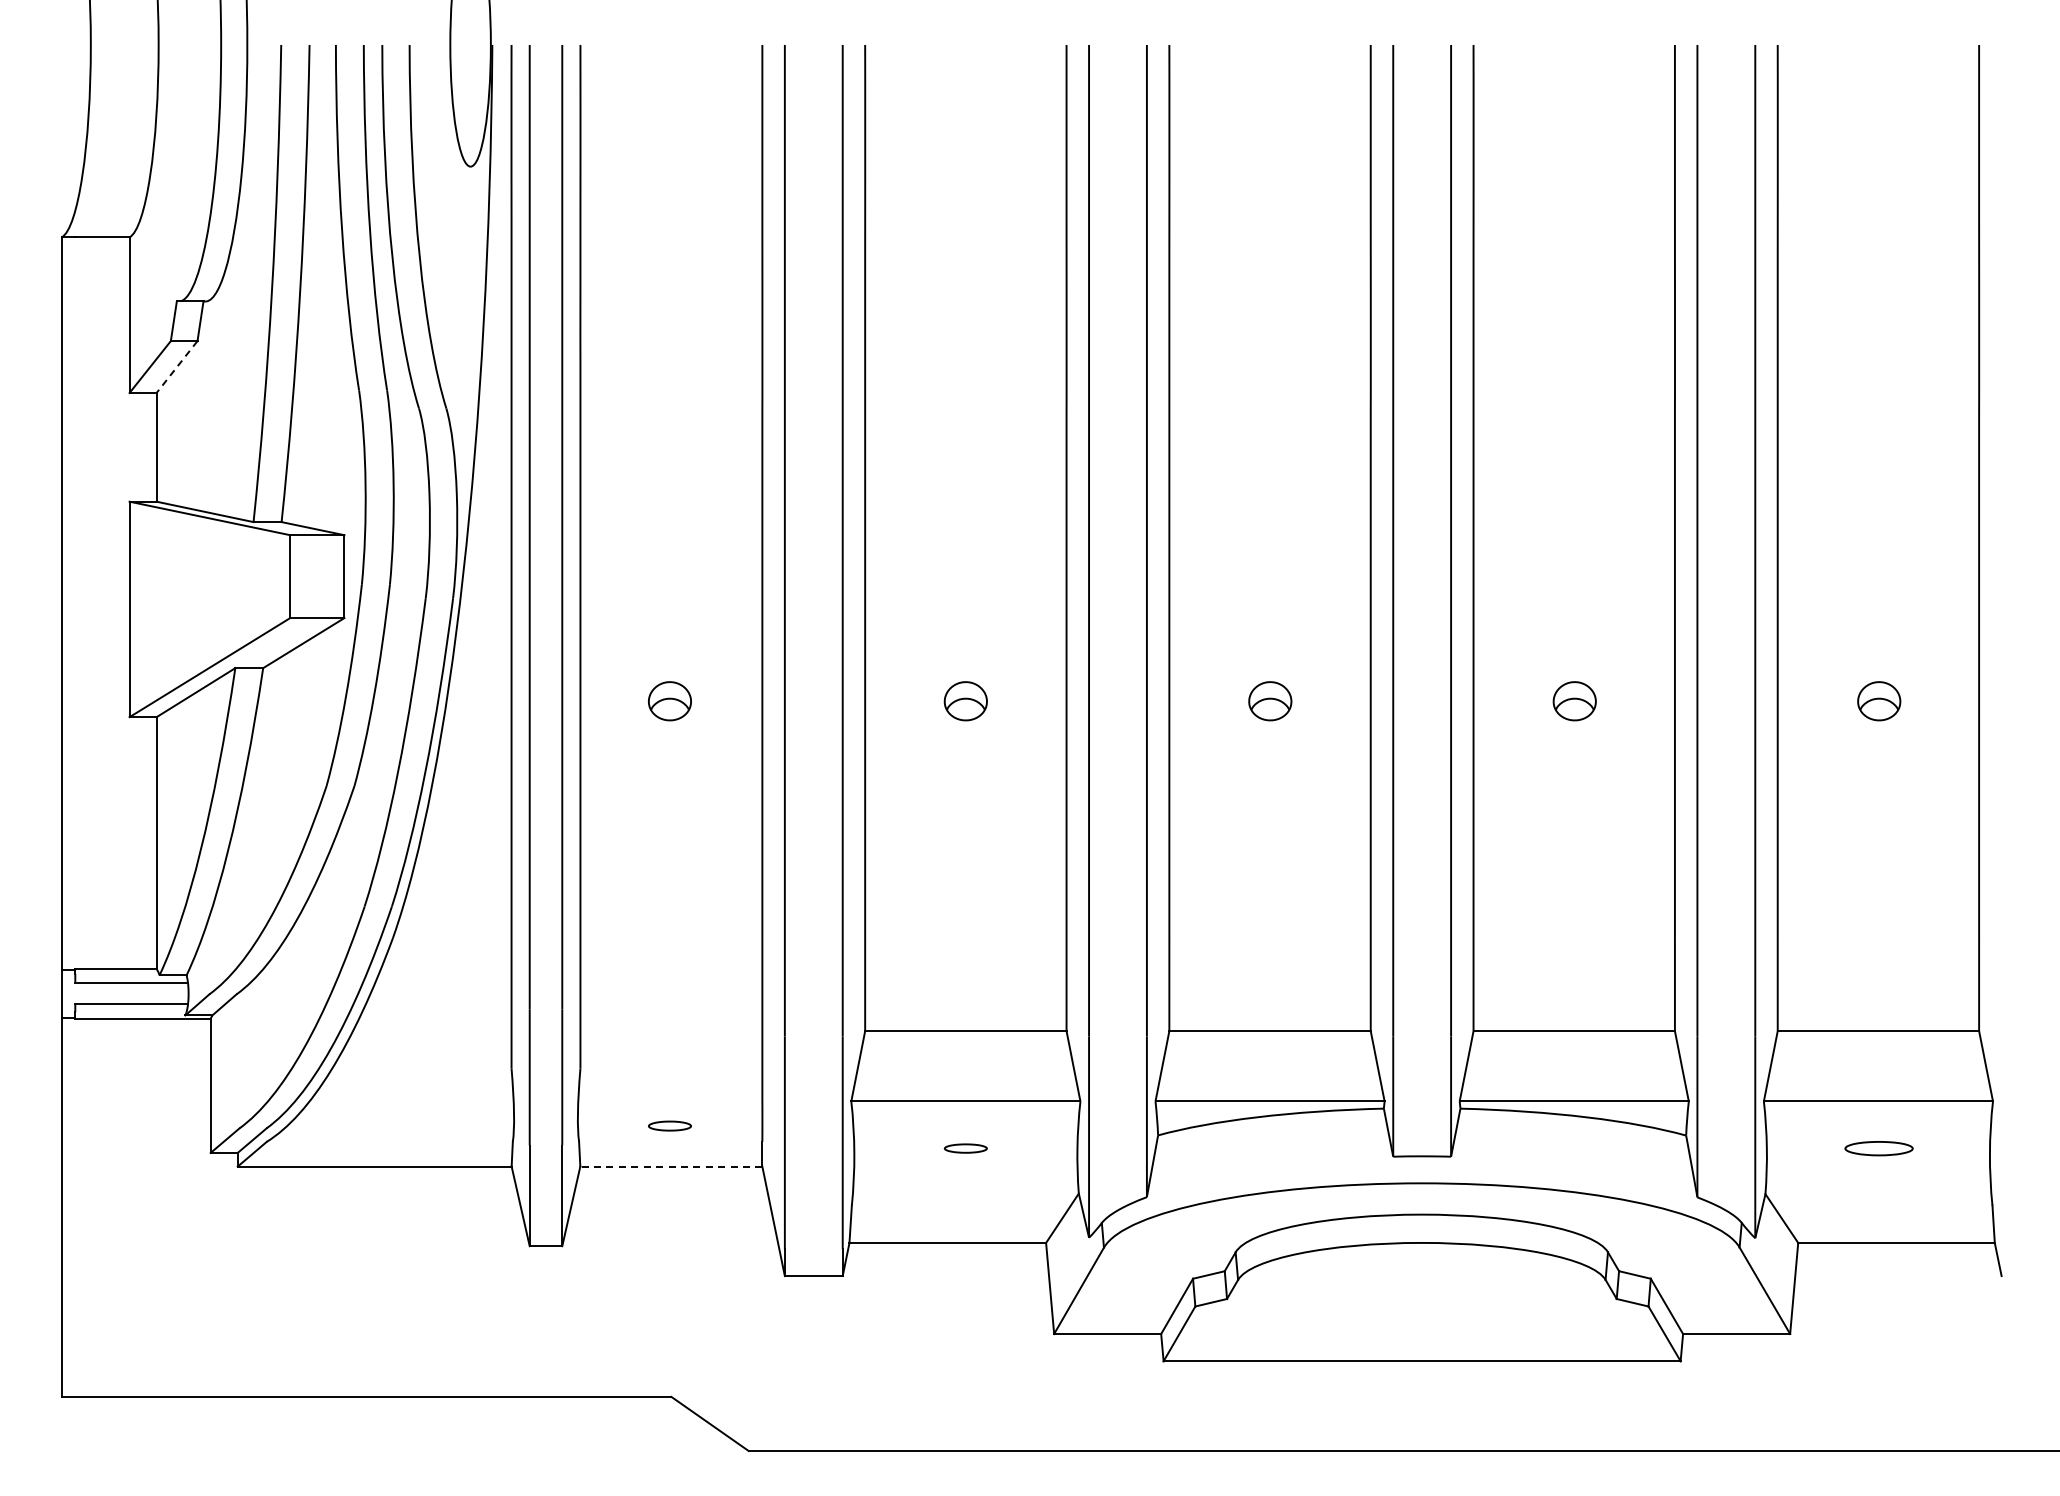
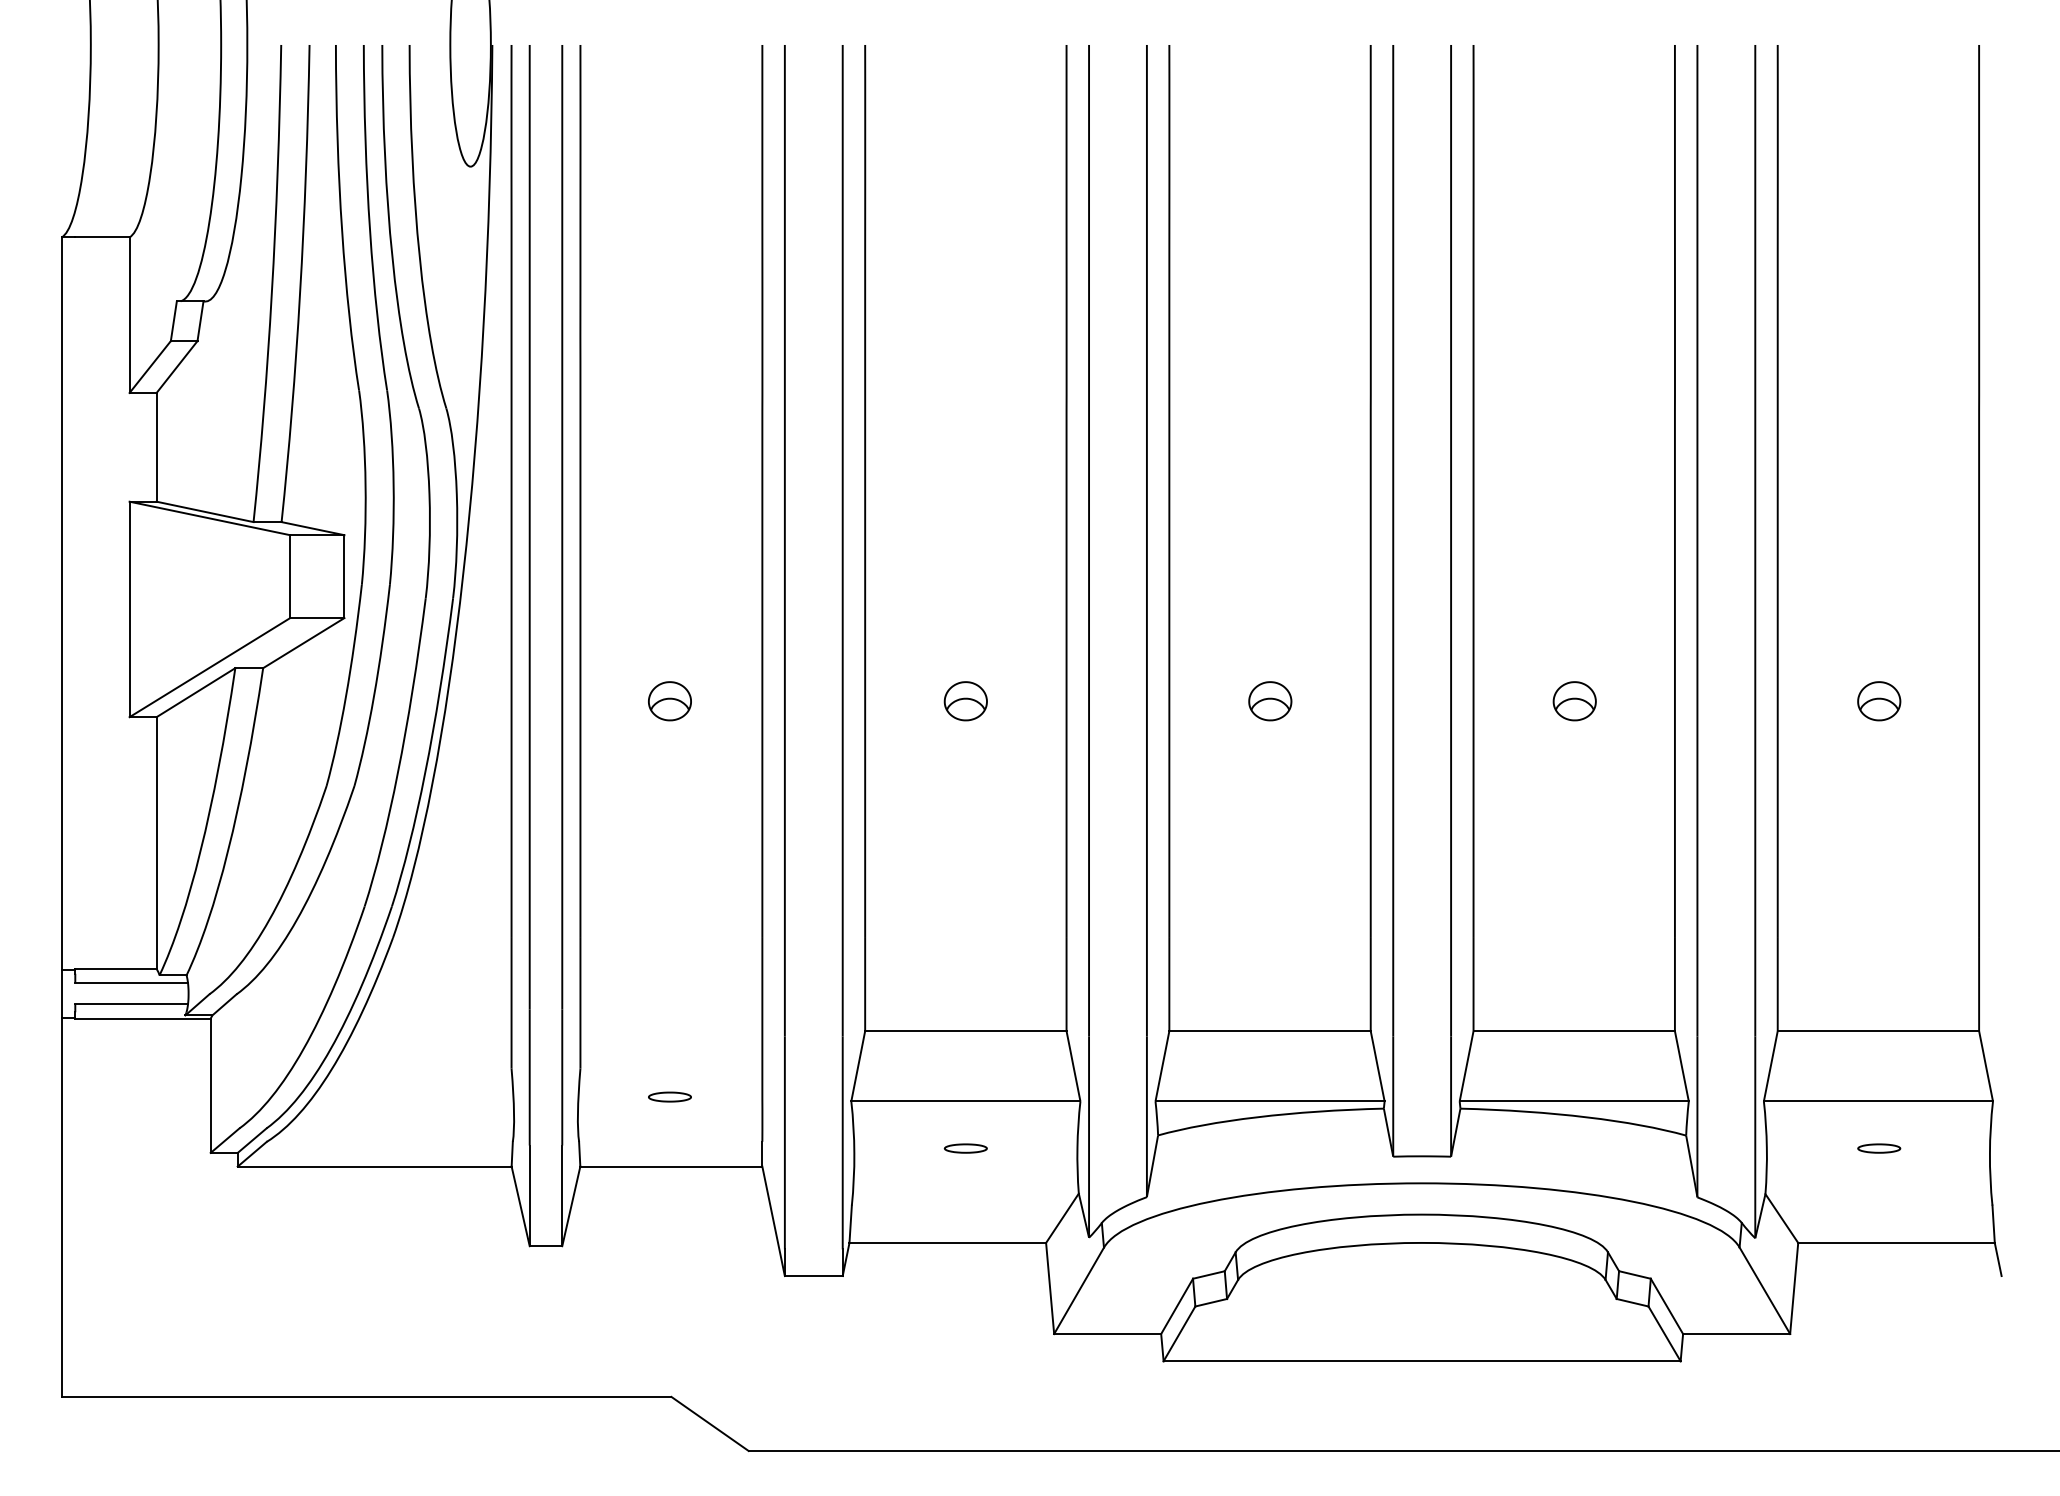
line at (176, 367): dashed -> solid
part at (669, 1125) position: (669, 1125) -> (669, 1096)
part at (1878, 1148) size: 70x16 px -> 45x11 px
line at (670, 1166): dashed -> solid
